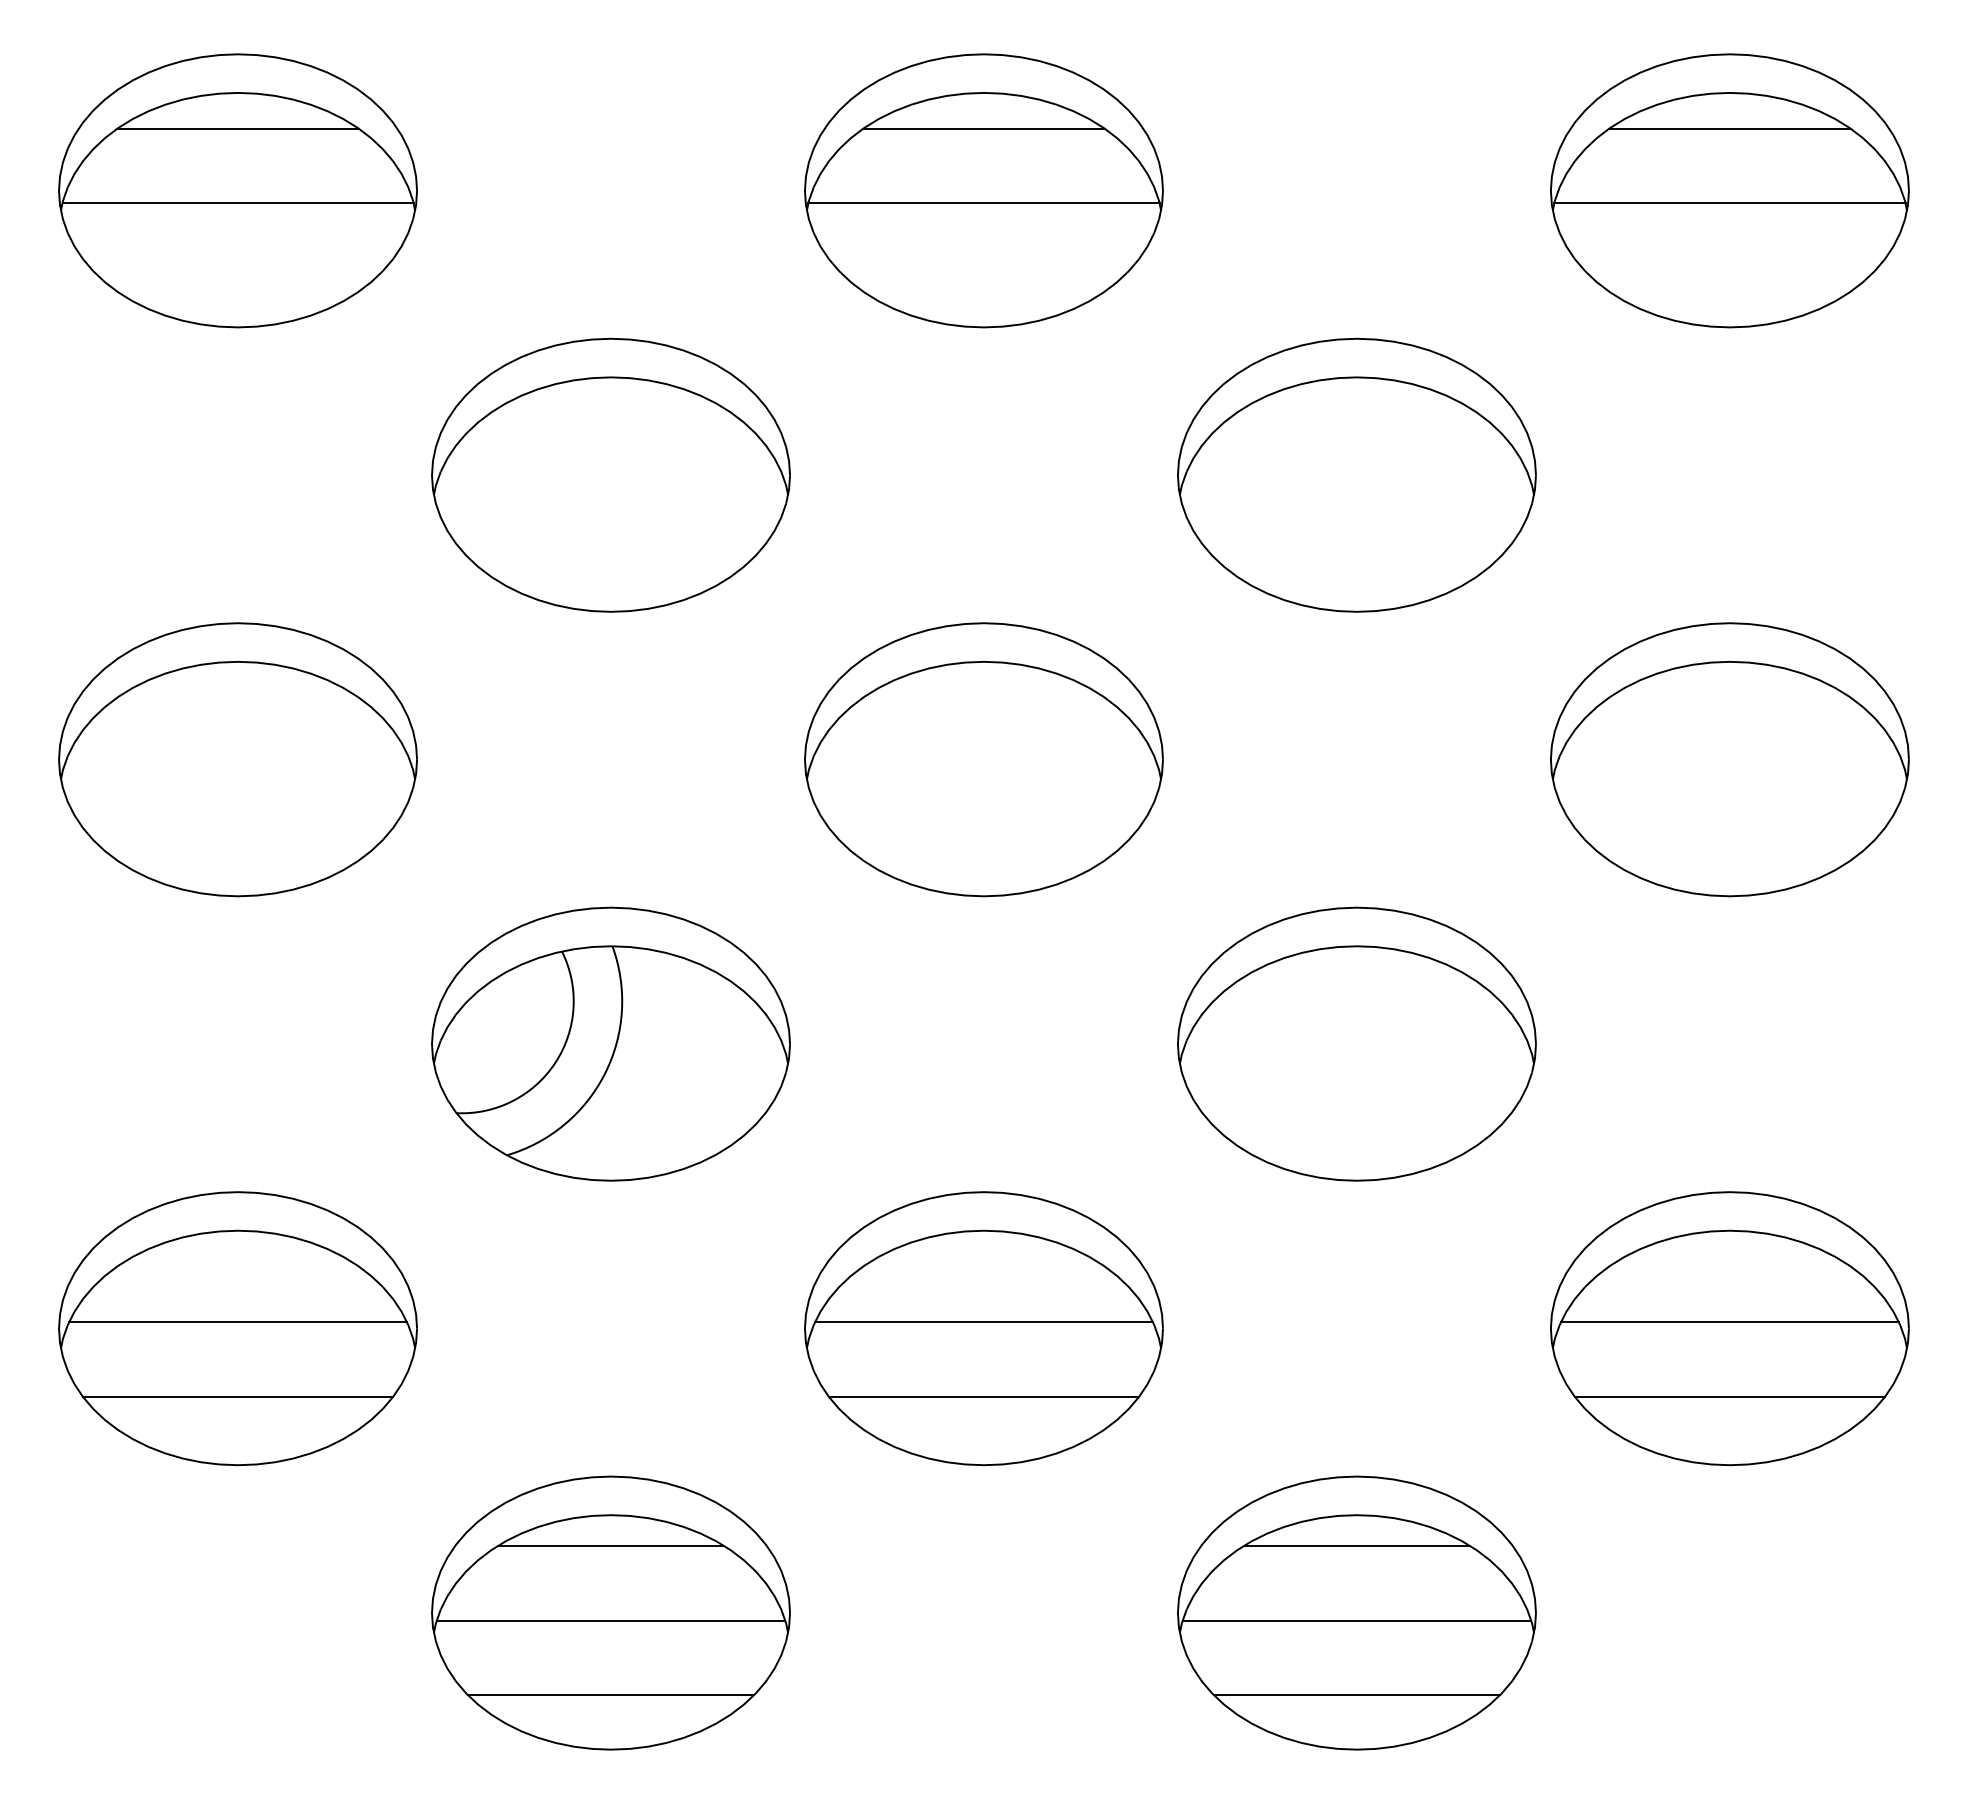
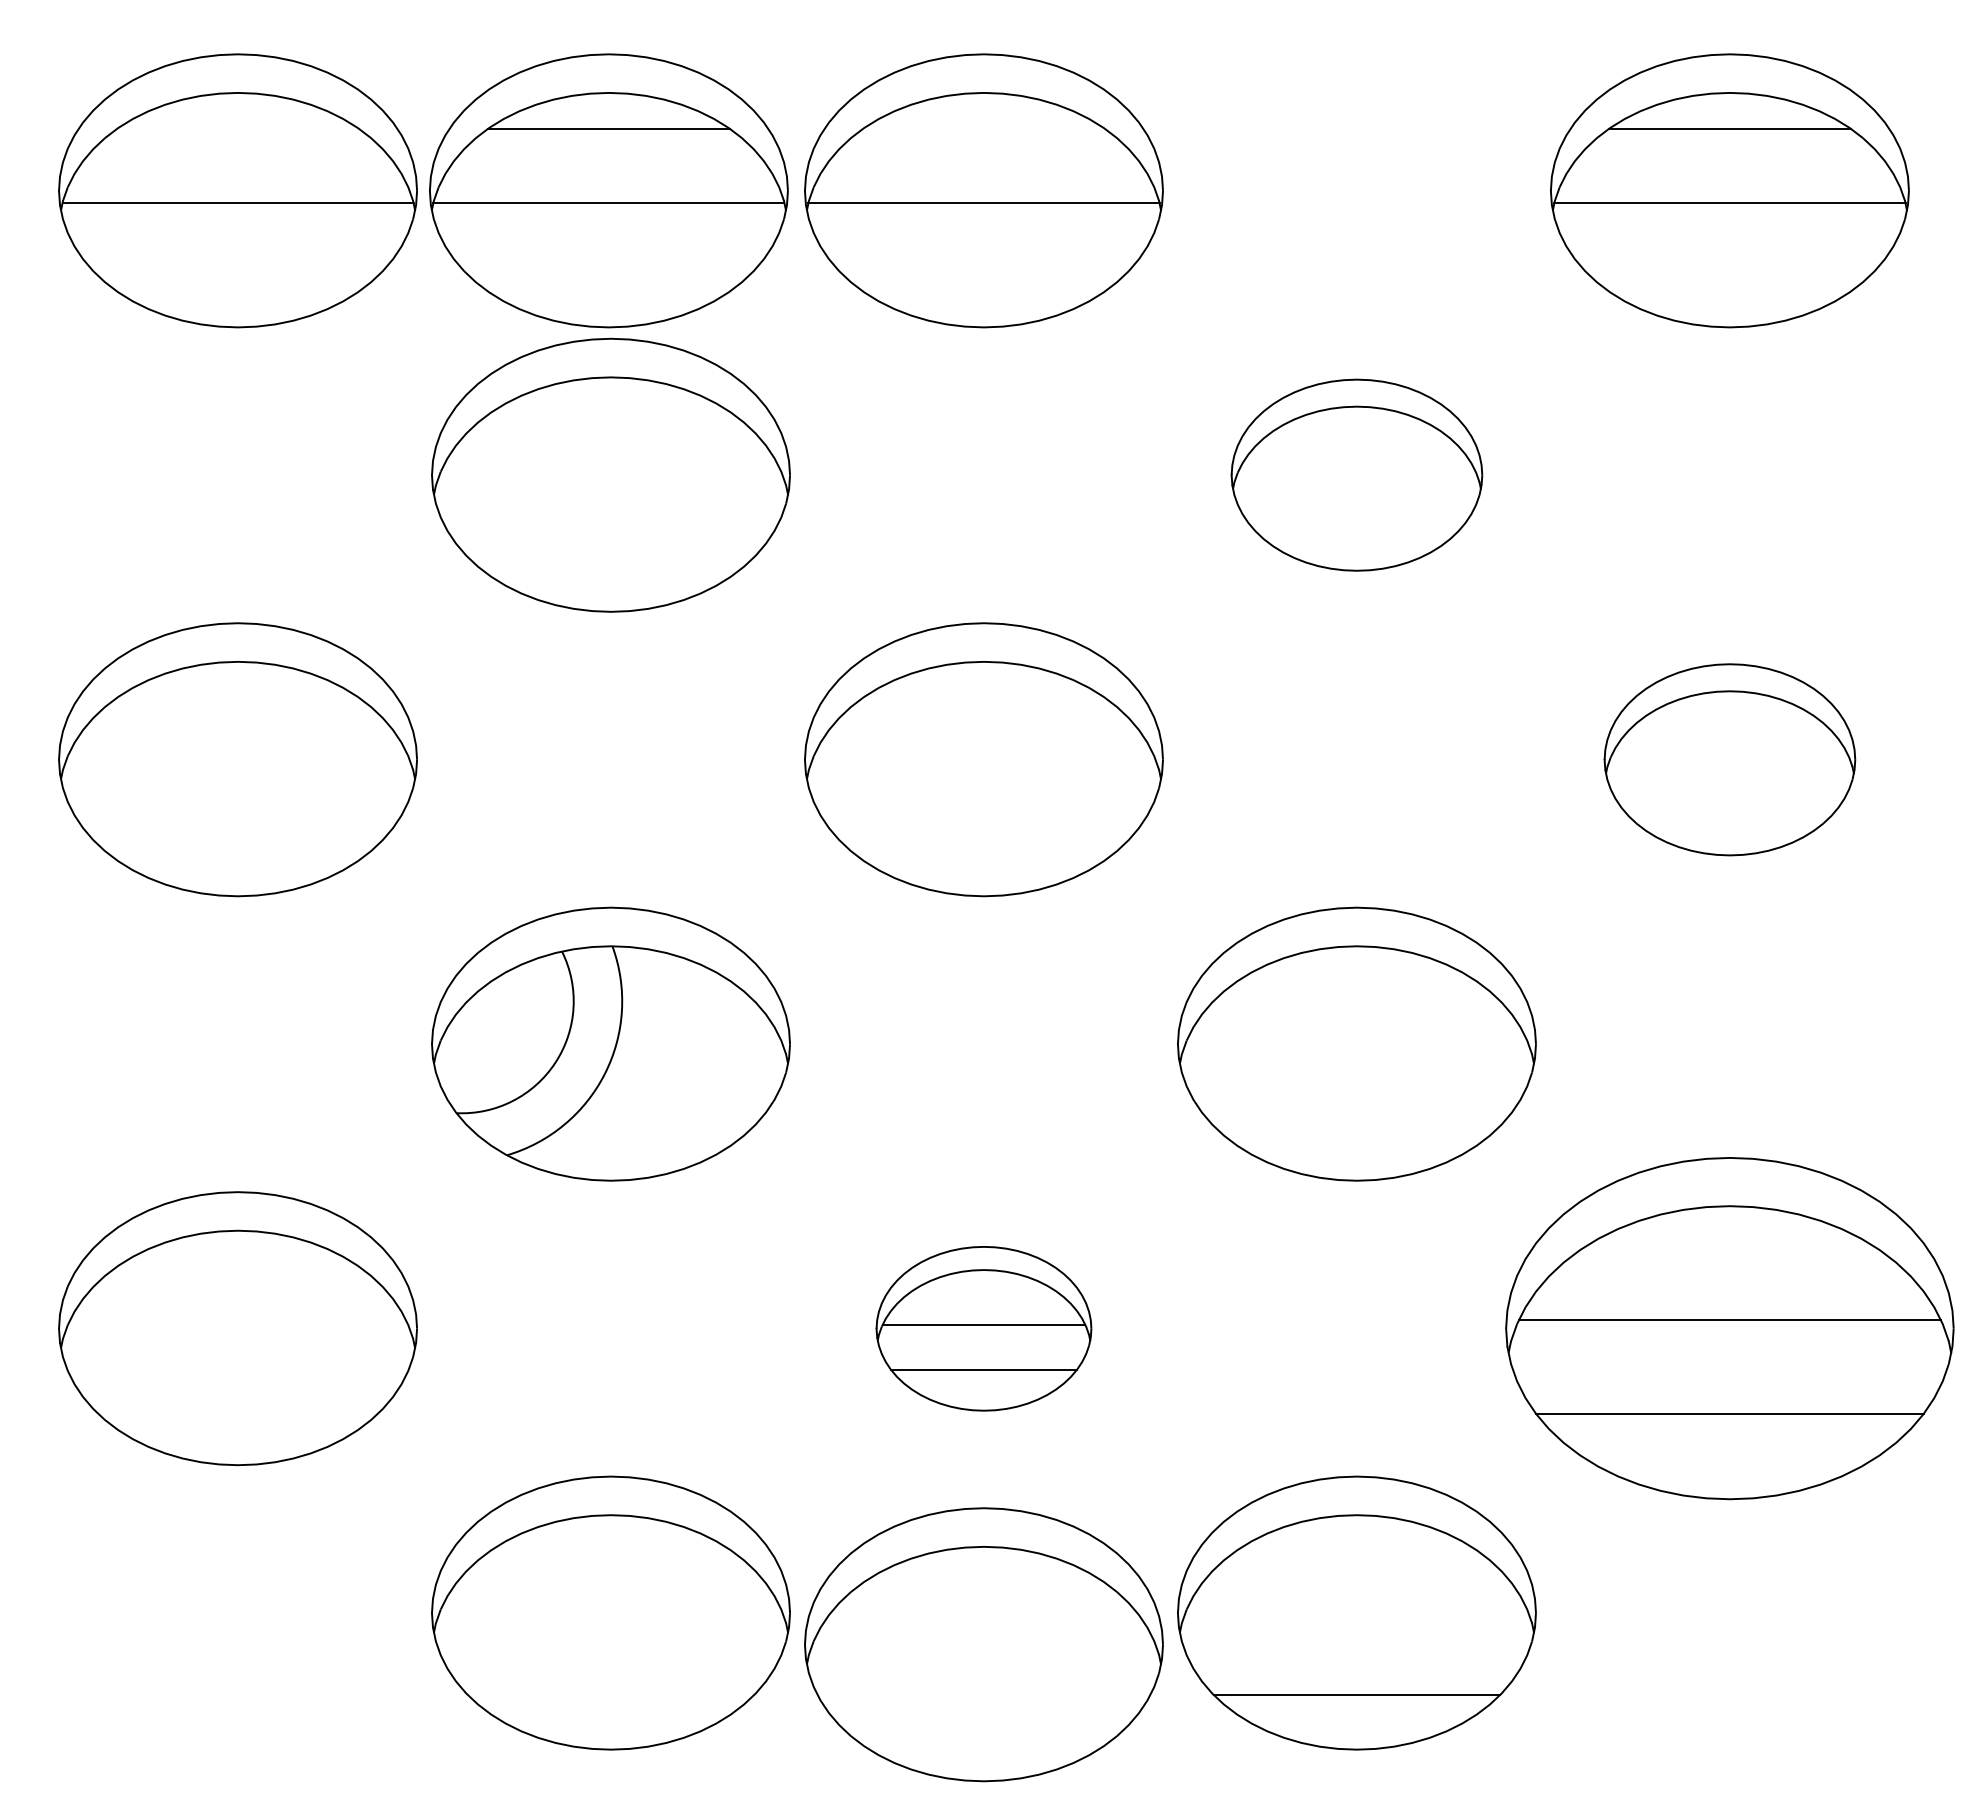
line at (237, 128): present -> none
line at (983, 128): present -> none
part at (608, 190): none -> present
part at (1356, 474) size: 360x276 px -> 254x194 px
part at (1729, 759) size: 360x276 px -> 254x194 px
line at (237, 1322): present -> none
part at (983, 1328) size: 360x276 px -> 218x166 px
part at (1729, 1328) size: 360x276 px -> 450x344 px
line at (237, 1396): present -> none
line at (610, 1545): present -> none
line at (1356, 1545): present -> none
line at (610, 1620): present -> none
line at (1356, 1620): present -> none
part at (983, 1644): none -> present
line at (611, 1695): present -> none
